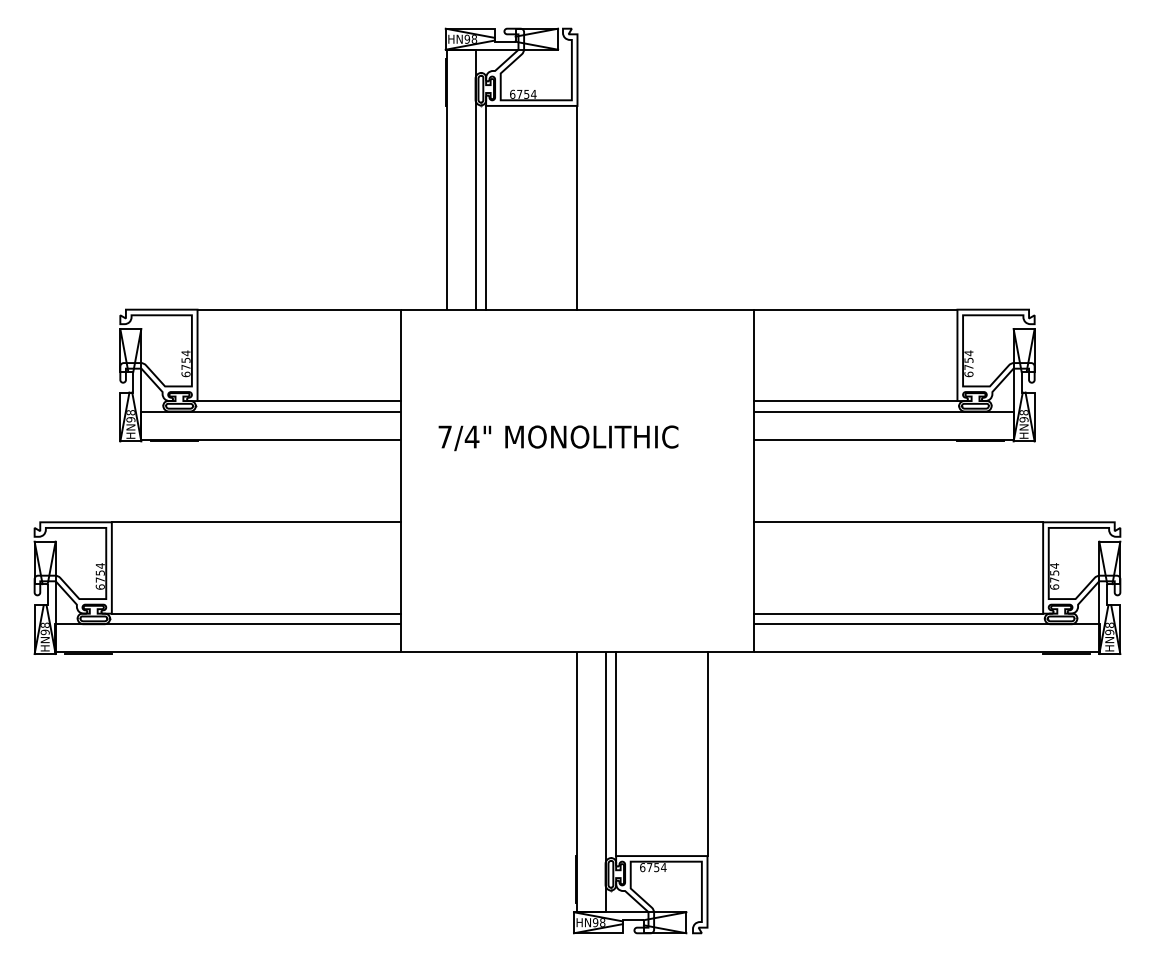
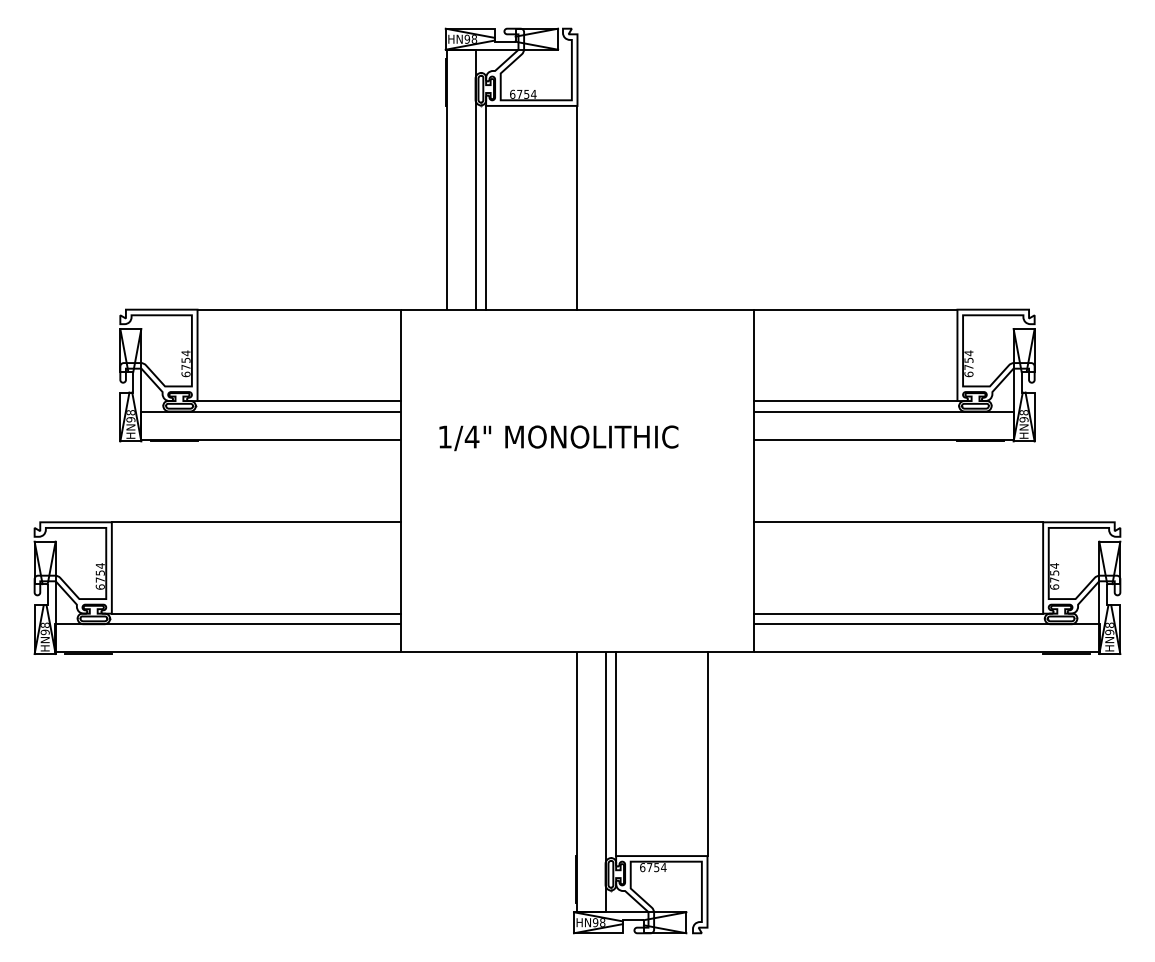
text at (444, 436): 7/4" -> 1/4"
